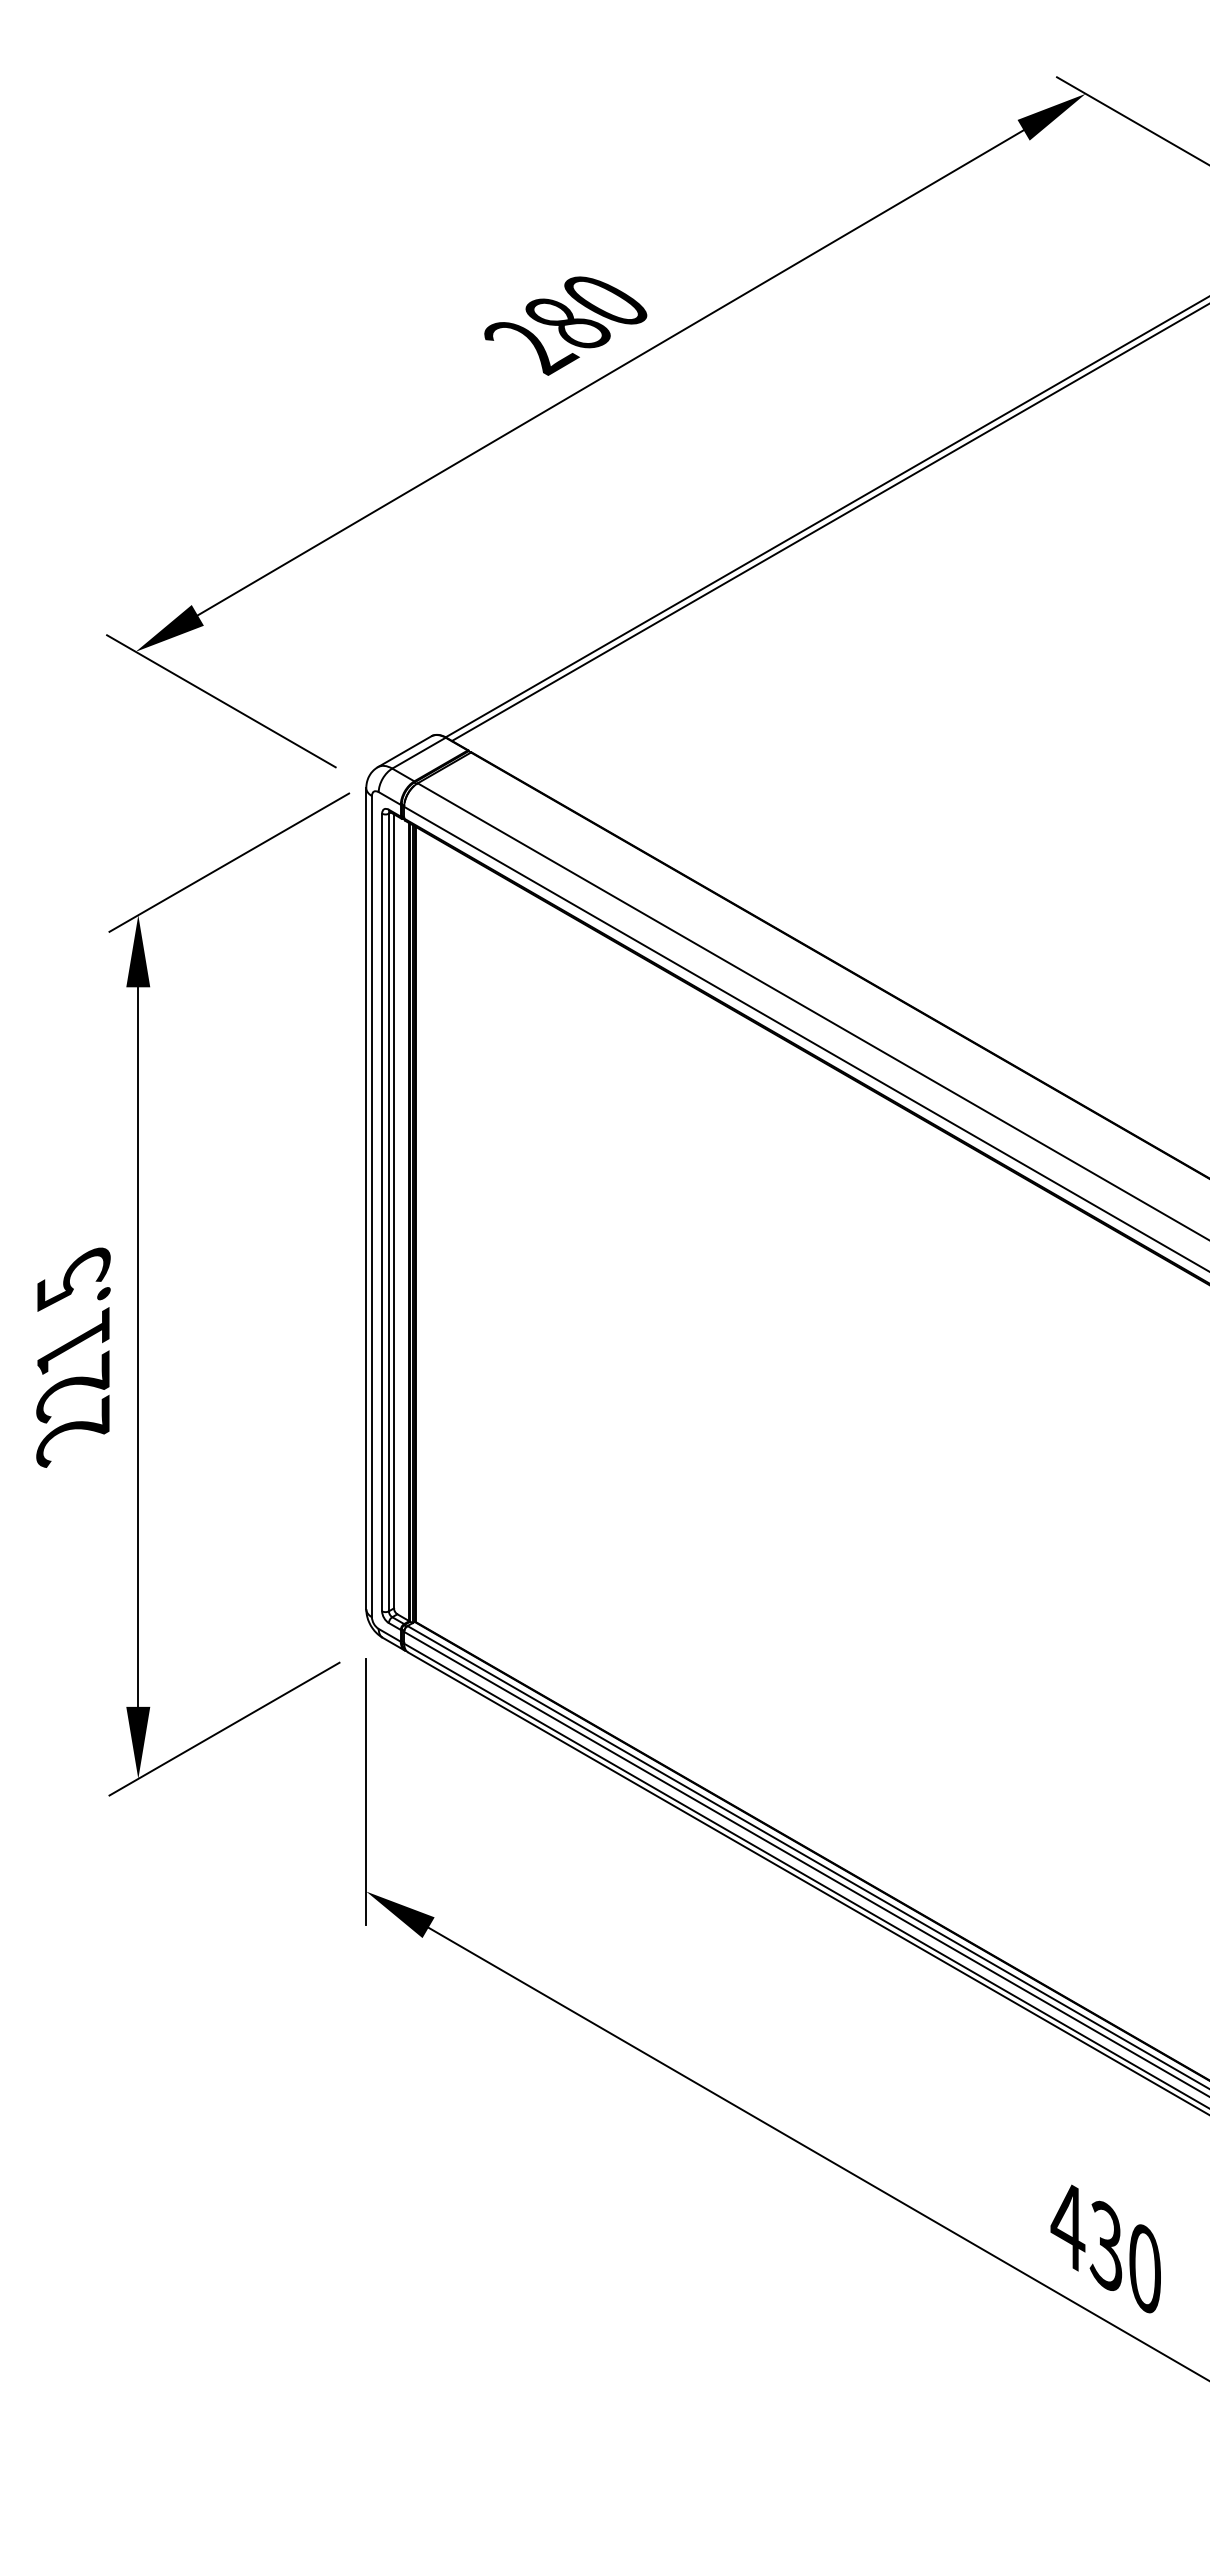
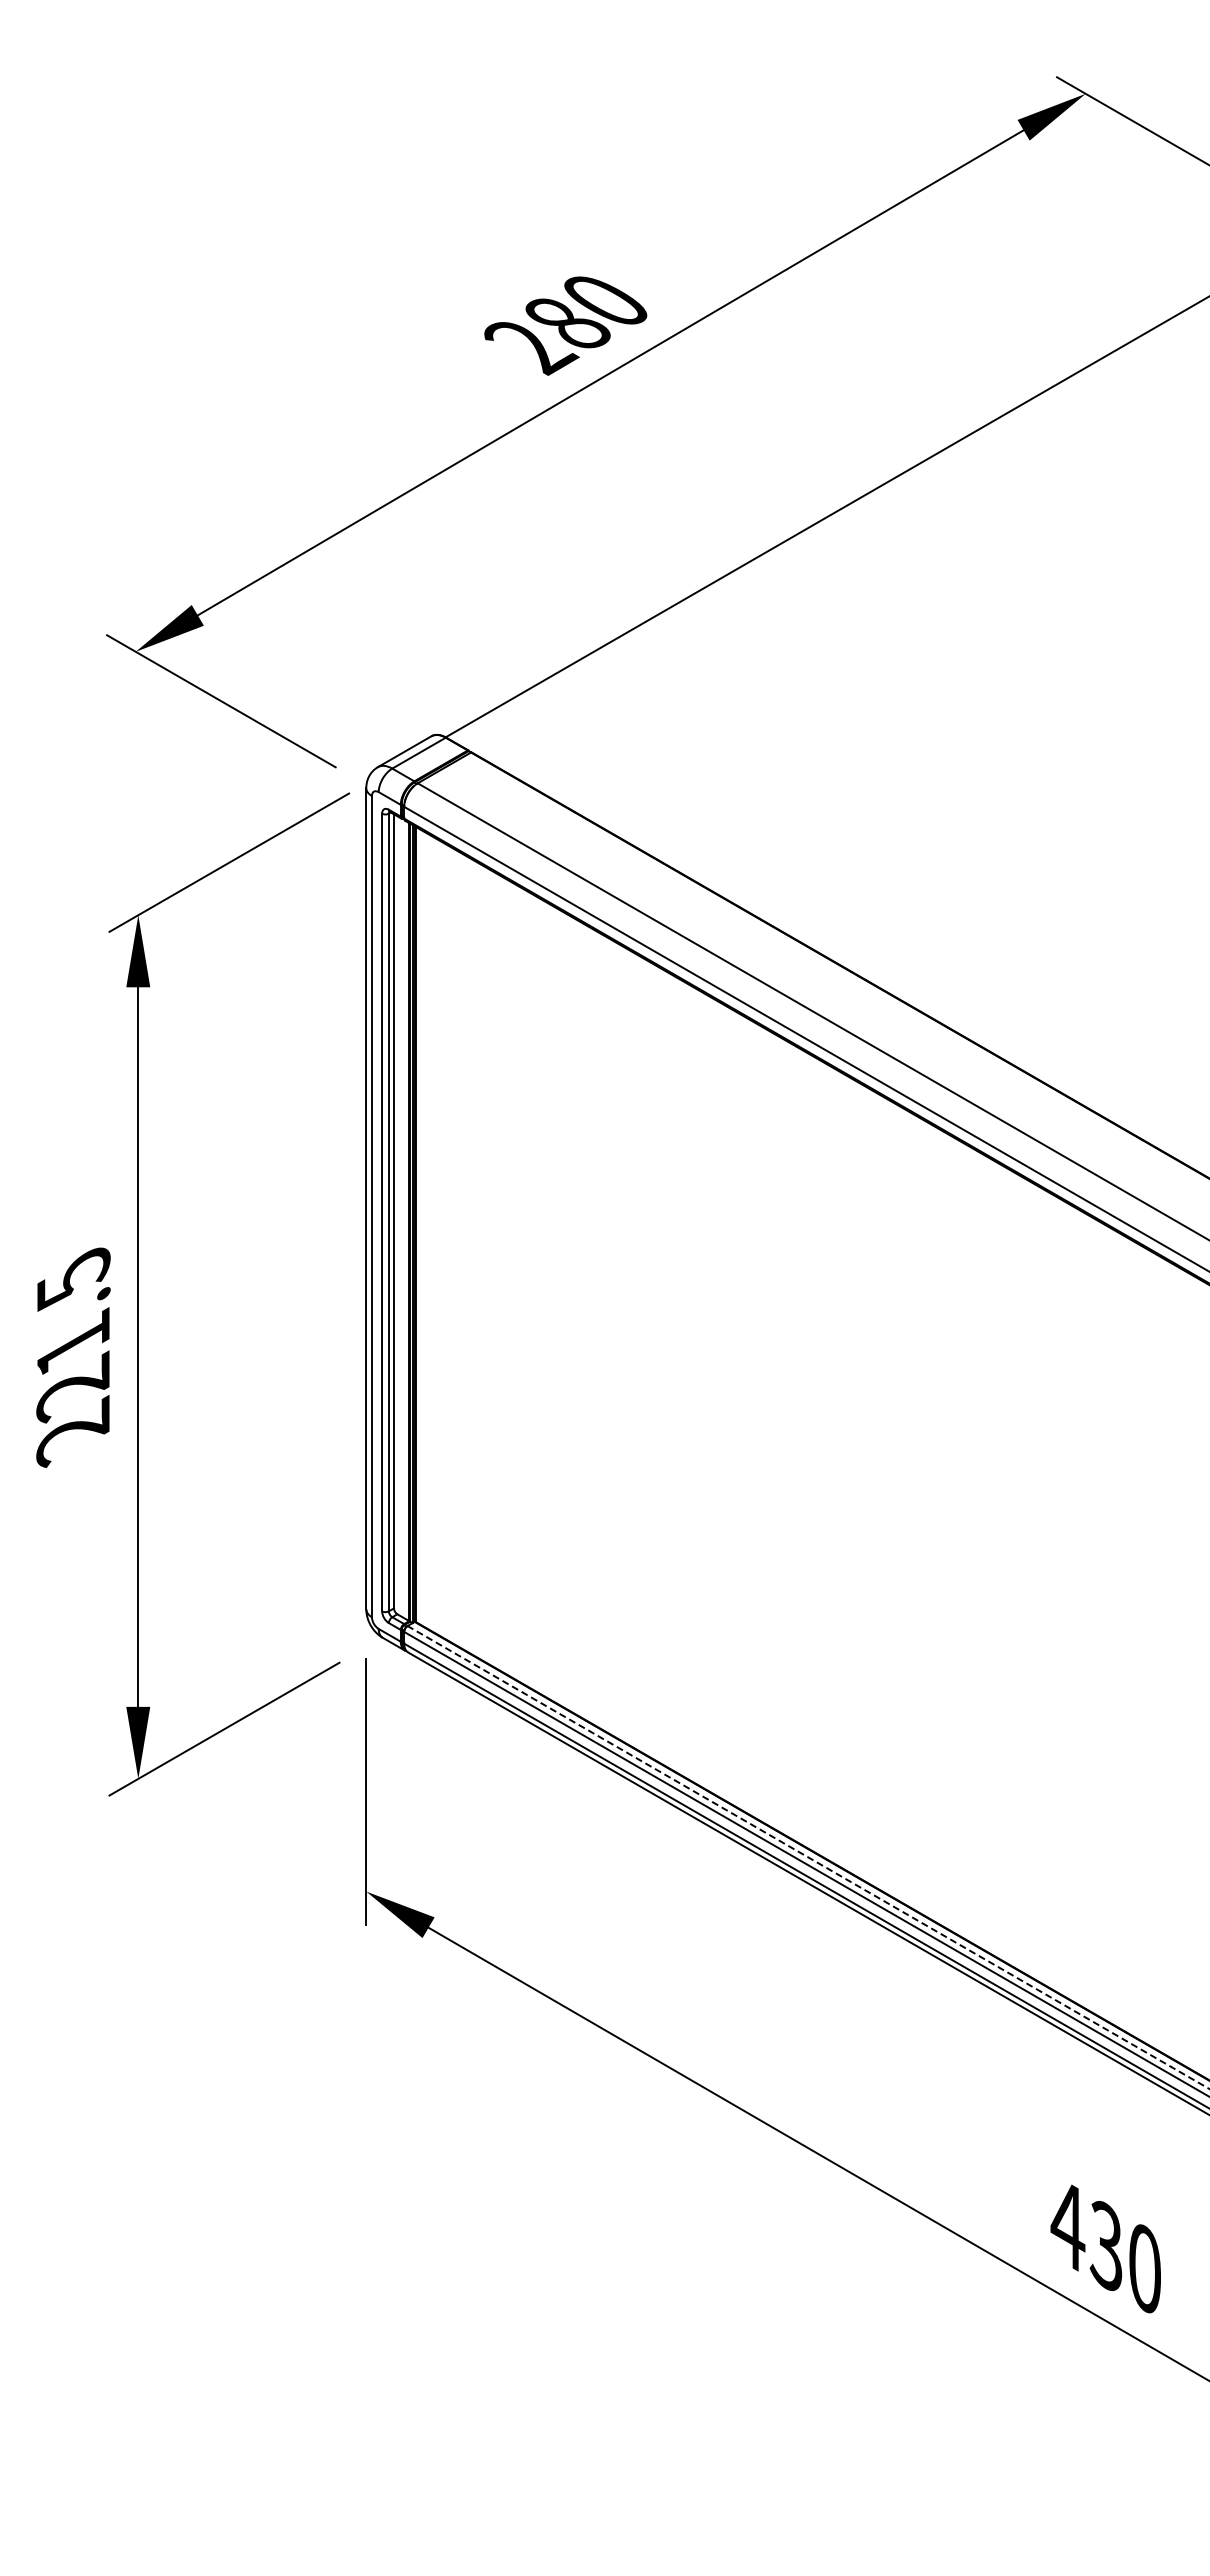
line at (829, 522): present -> none
line at (808, 1857): solid -> dashed
